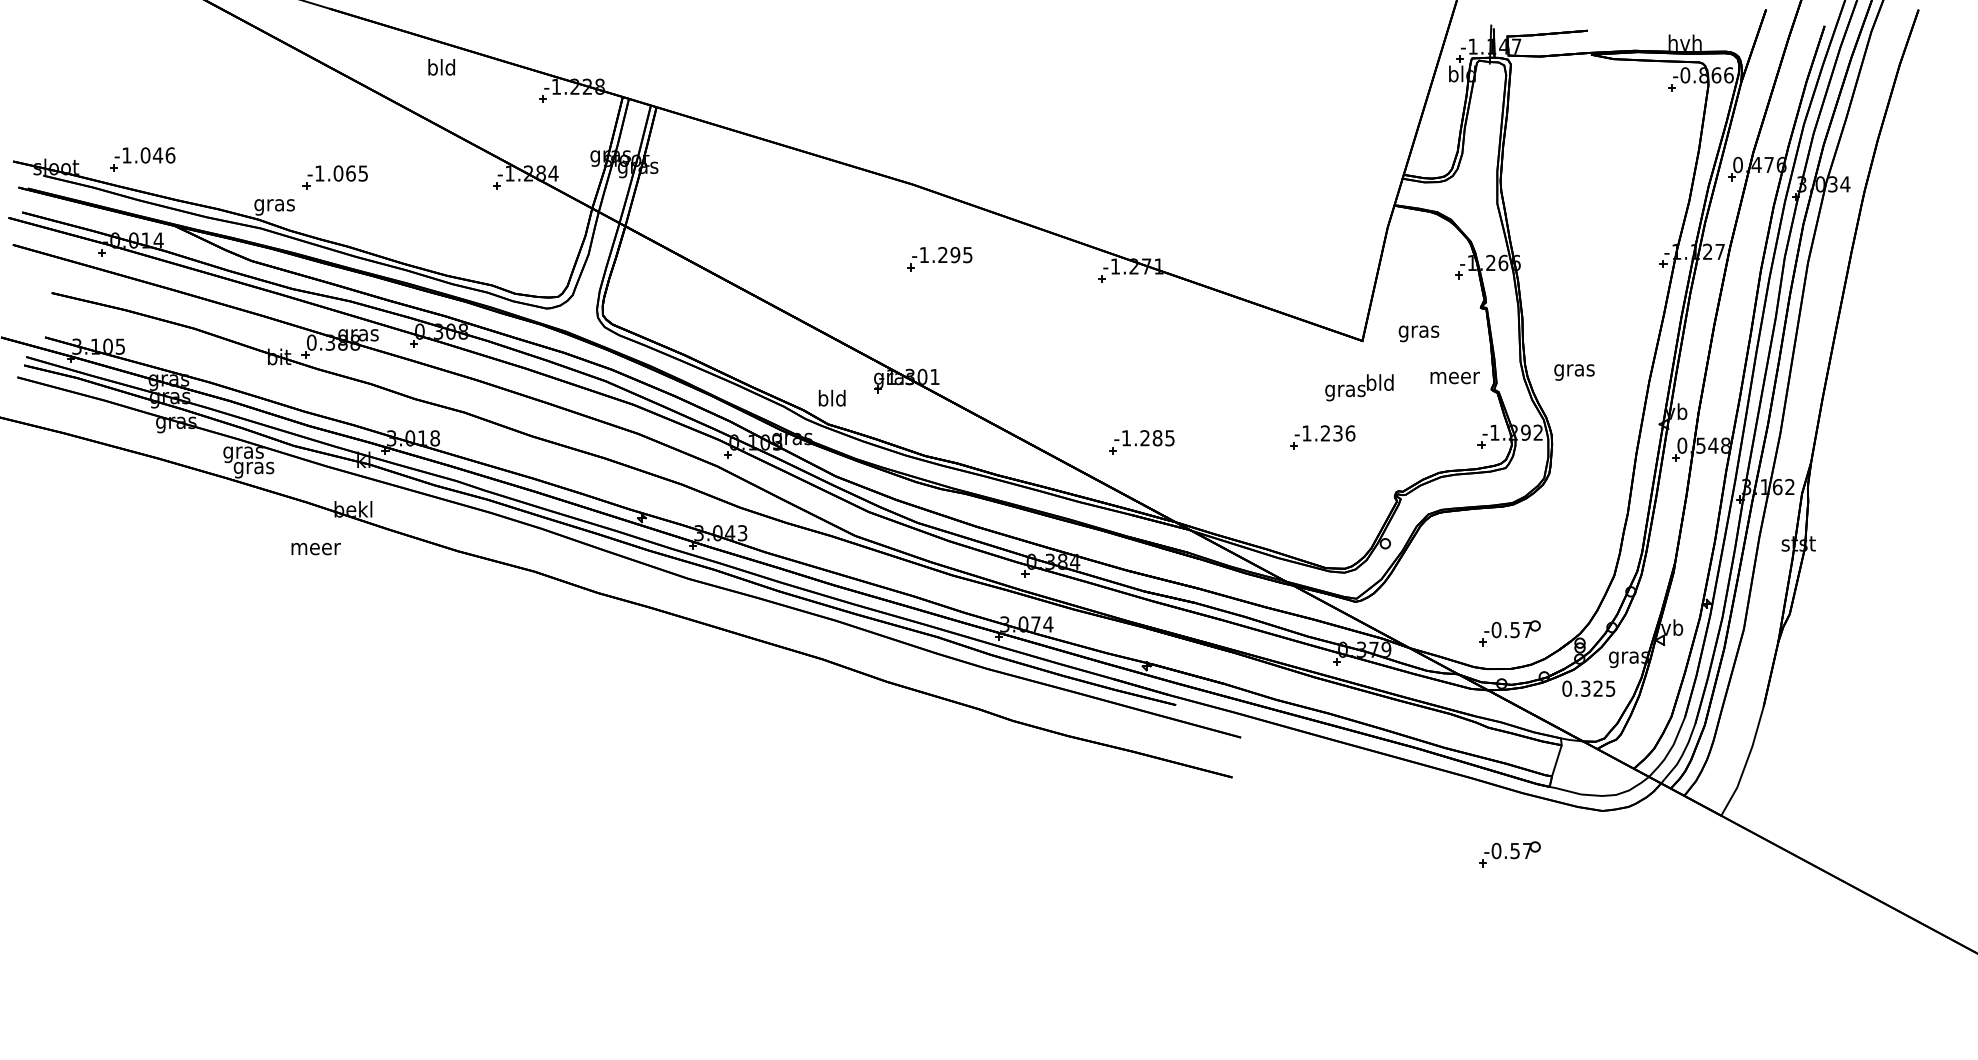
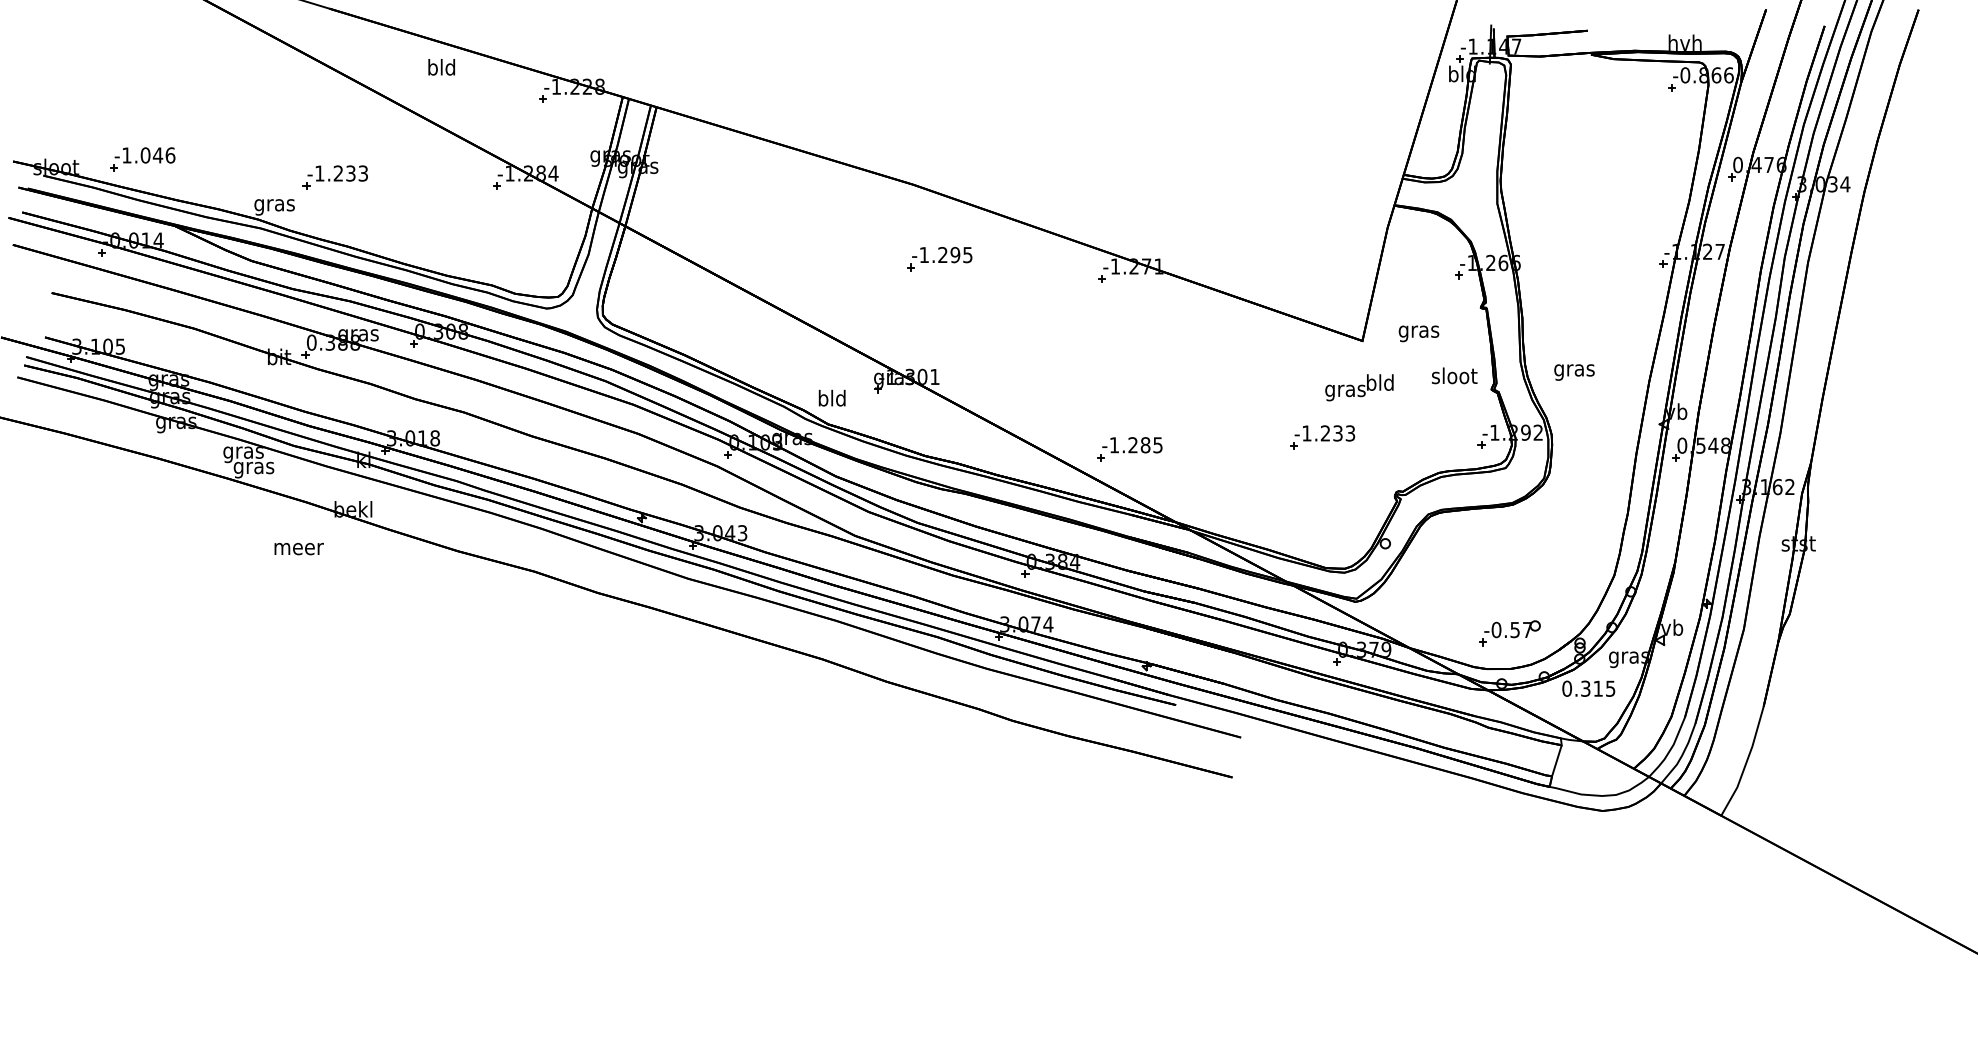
text at (350, 173): -1.065 -> -1.233
text at (1454, 375): meer -> sloot
text at (1350, 433): -1.236 -> -1.233
part at (1141, 442) position: (1141, 442) -> (1129, 449)
text at (315, 549) position: (315, 549) -> (298, 549)
text at (1597, 688): 0.325 -> 0.315
part at (1509, 854): present -> none
